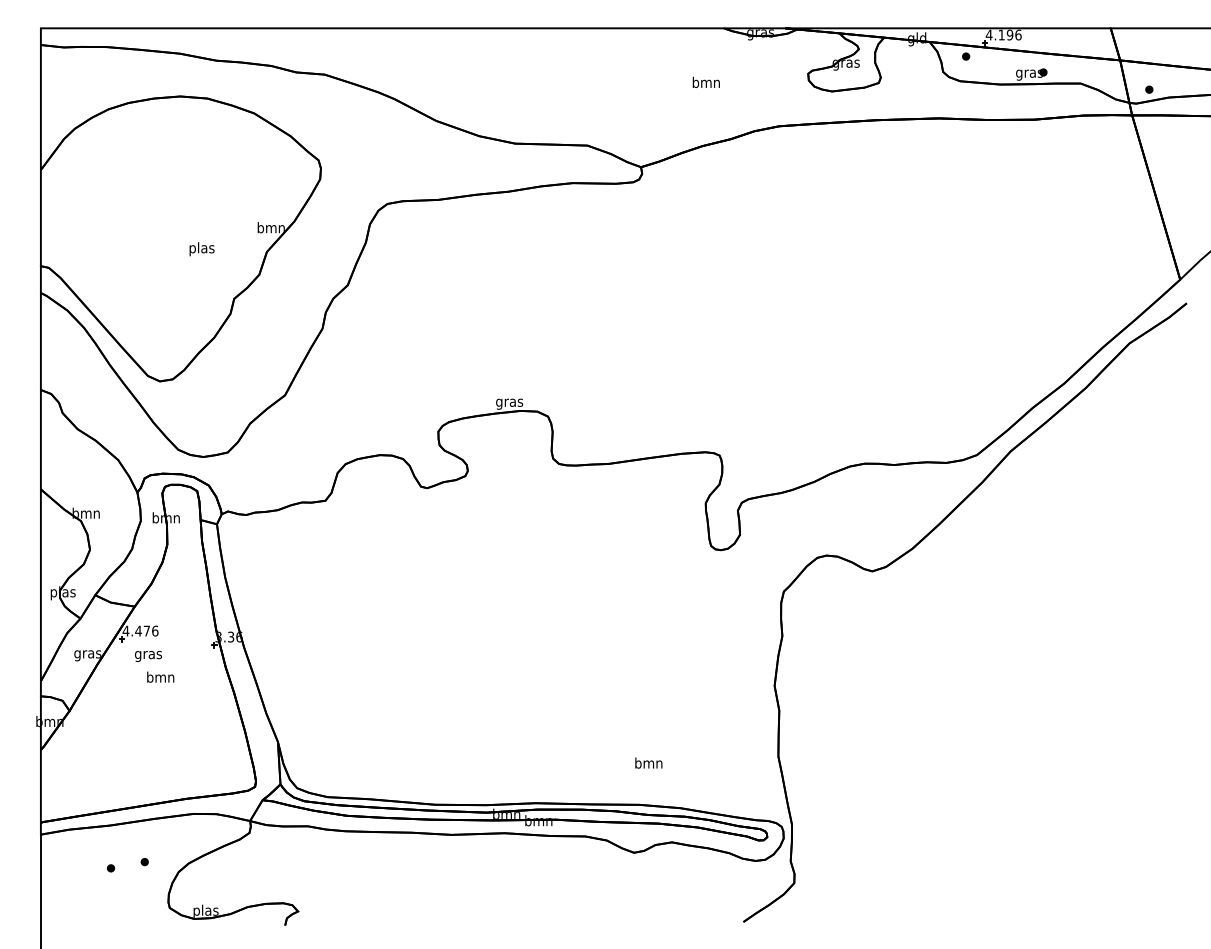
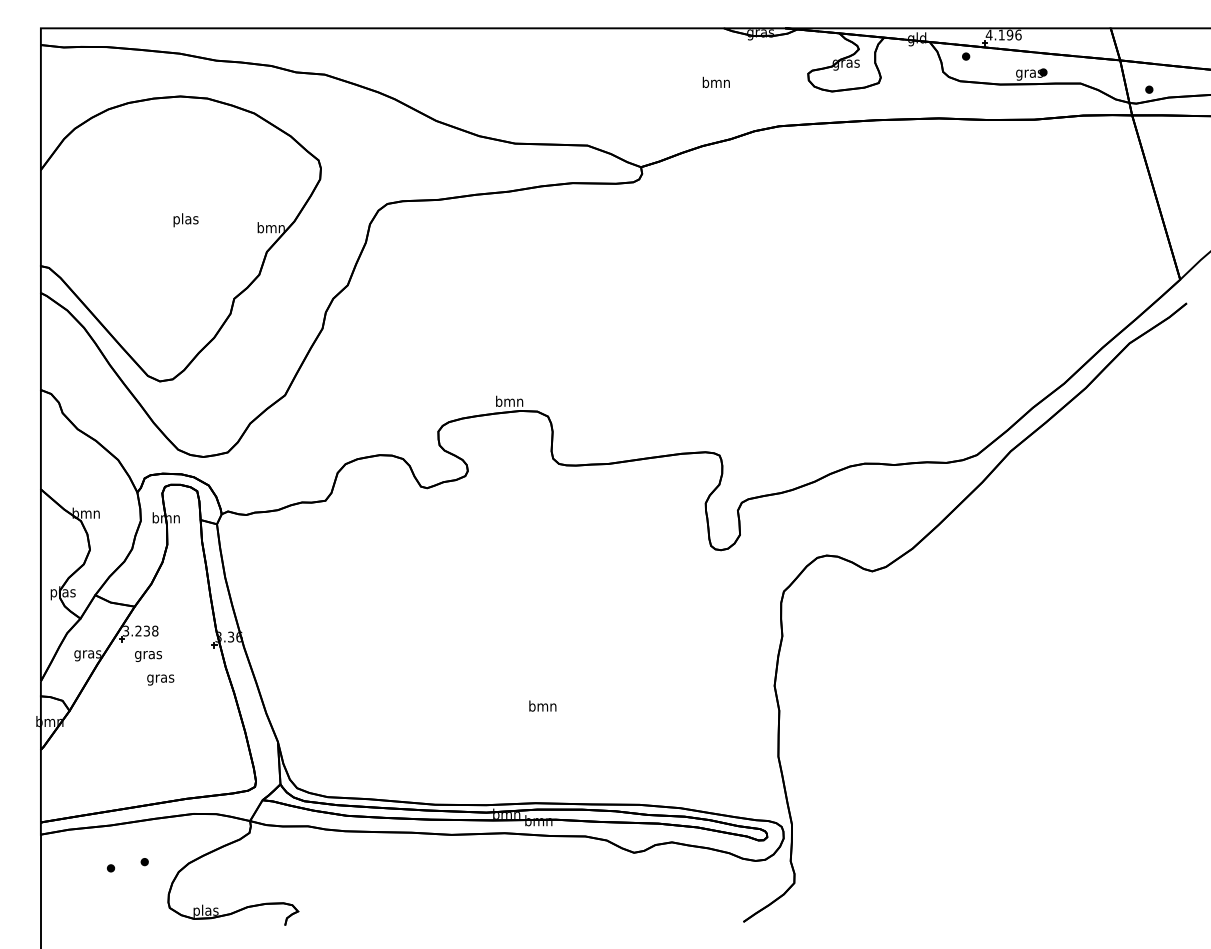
text at (705, 81) position: (705, 81) -> (715, 81)
text at (201, 249) position: (201, 249) -> (185, 220)
text at (509, 402): gras -> bmn
text at (140, 630): 4.476 -> 3.238
text at (160, 678): bmn -> gras
text at (648, 762) position: (648, 762) -> (542, 705)
